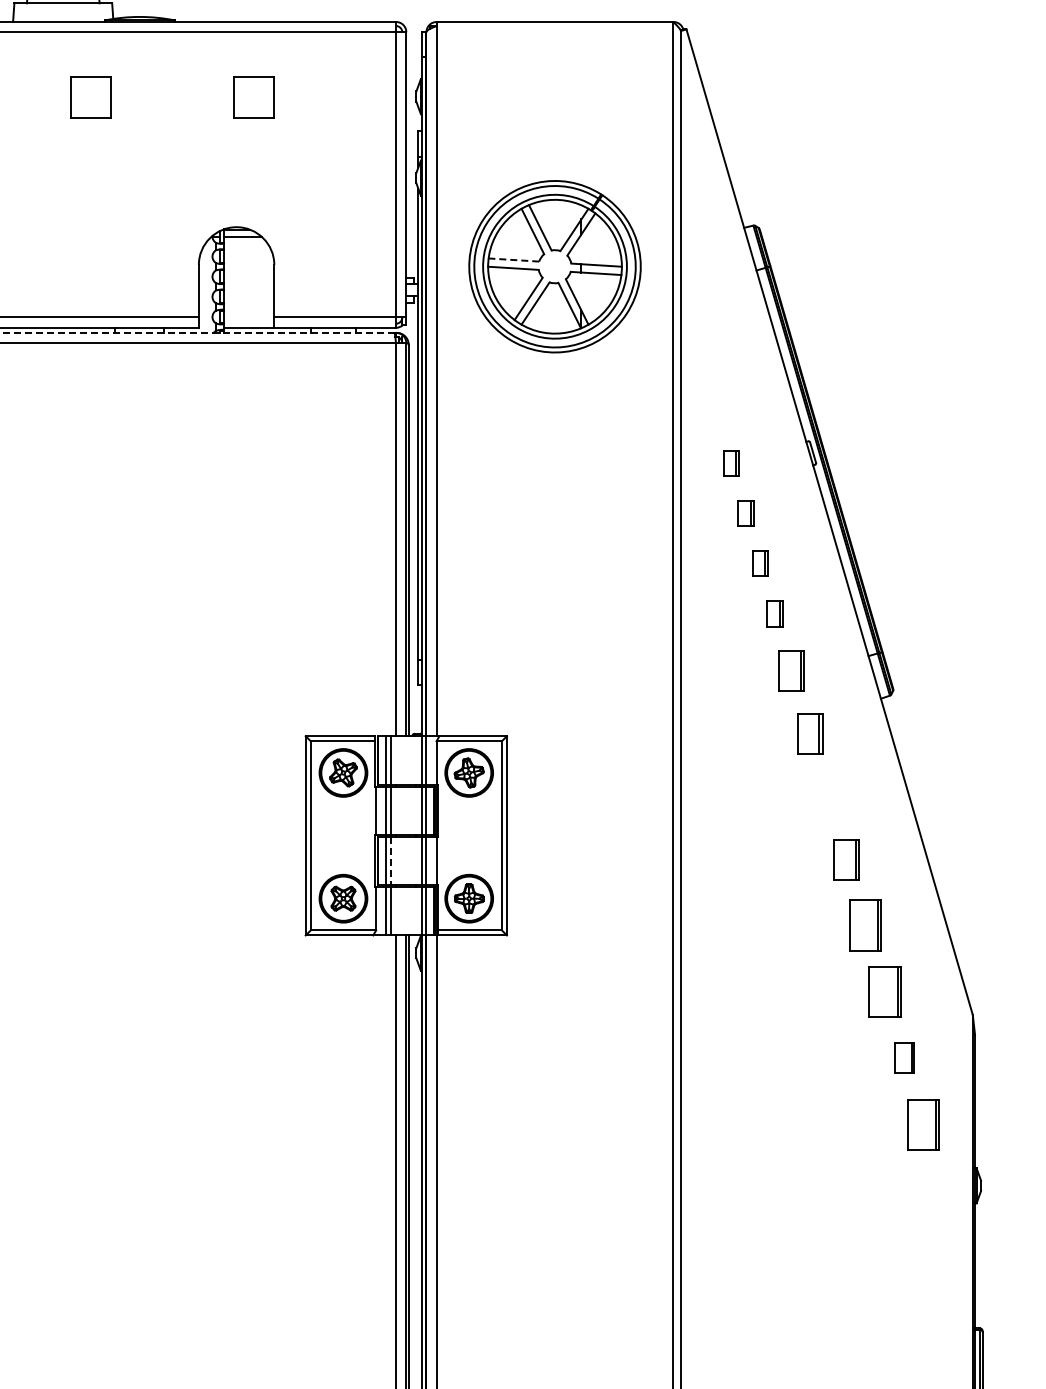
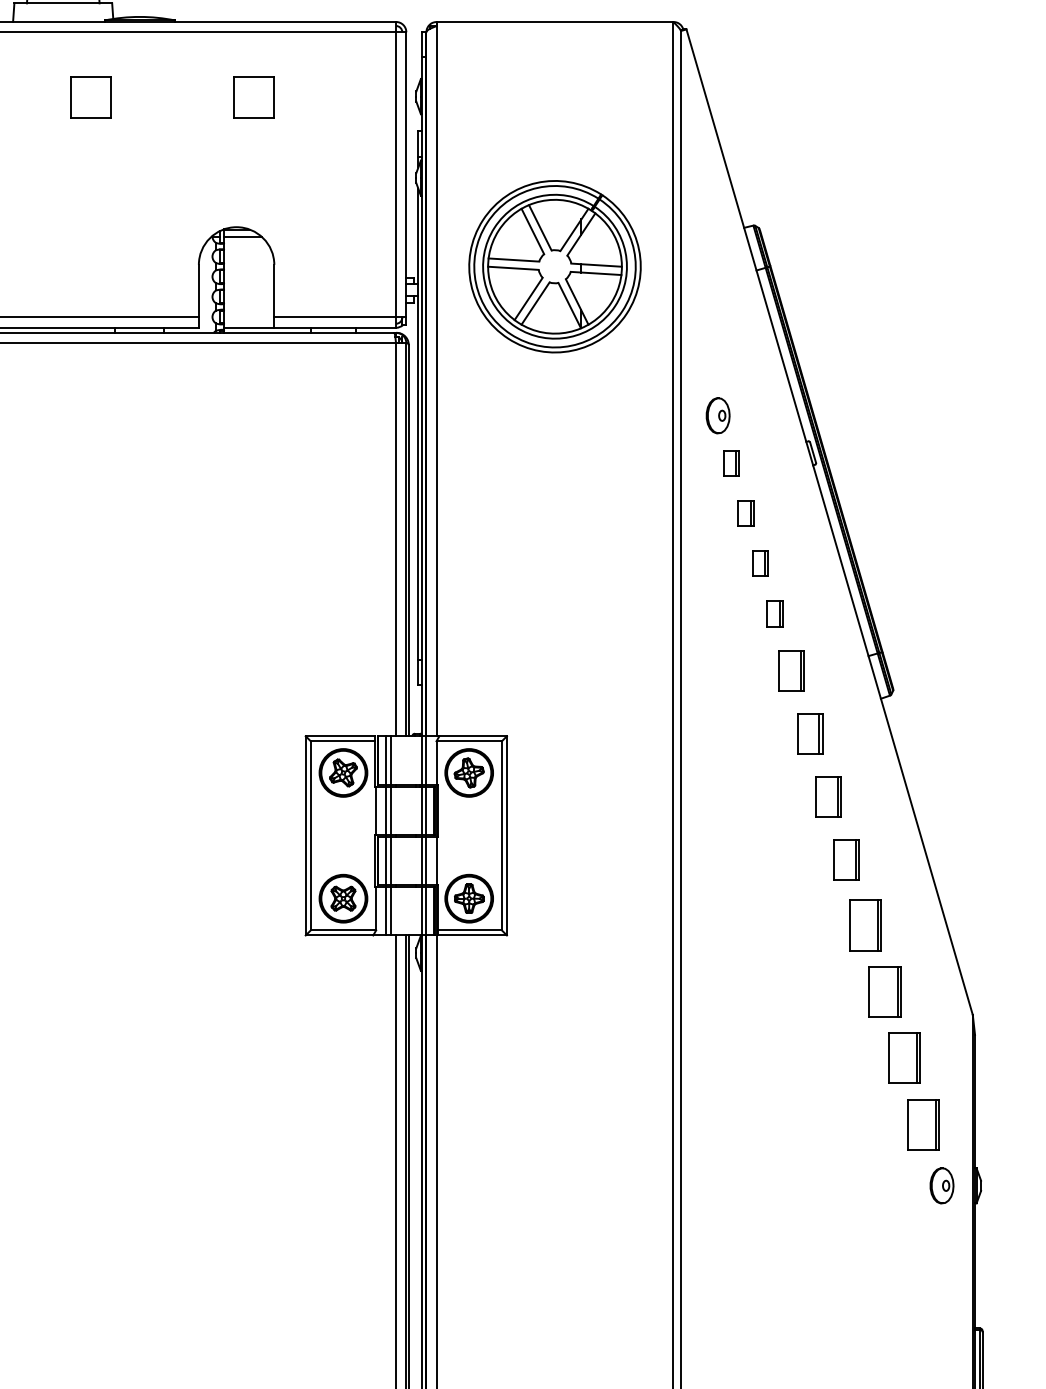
line at (513, 260): dashed -> solid
line at (197, 332): dashed -> solid
part at (717, 415): none -> present
part at (828, 796): none -> present
line at (390, 861): dashed -> solid
part at (904, 1057) size: 21x32 px -> 33x52 px
part at (941, 1185): none -> present
